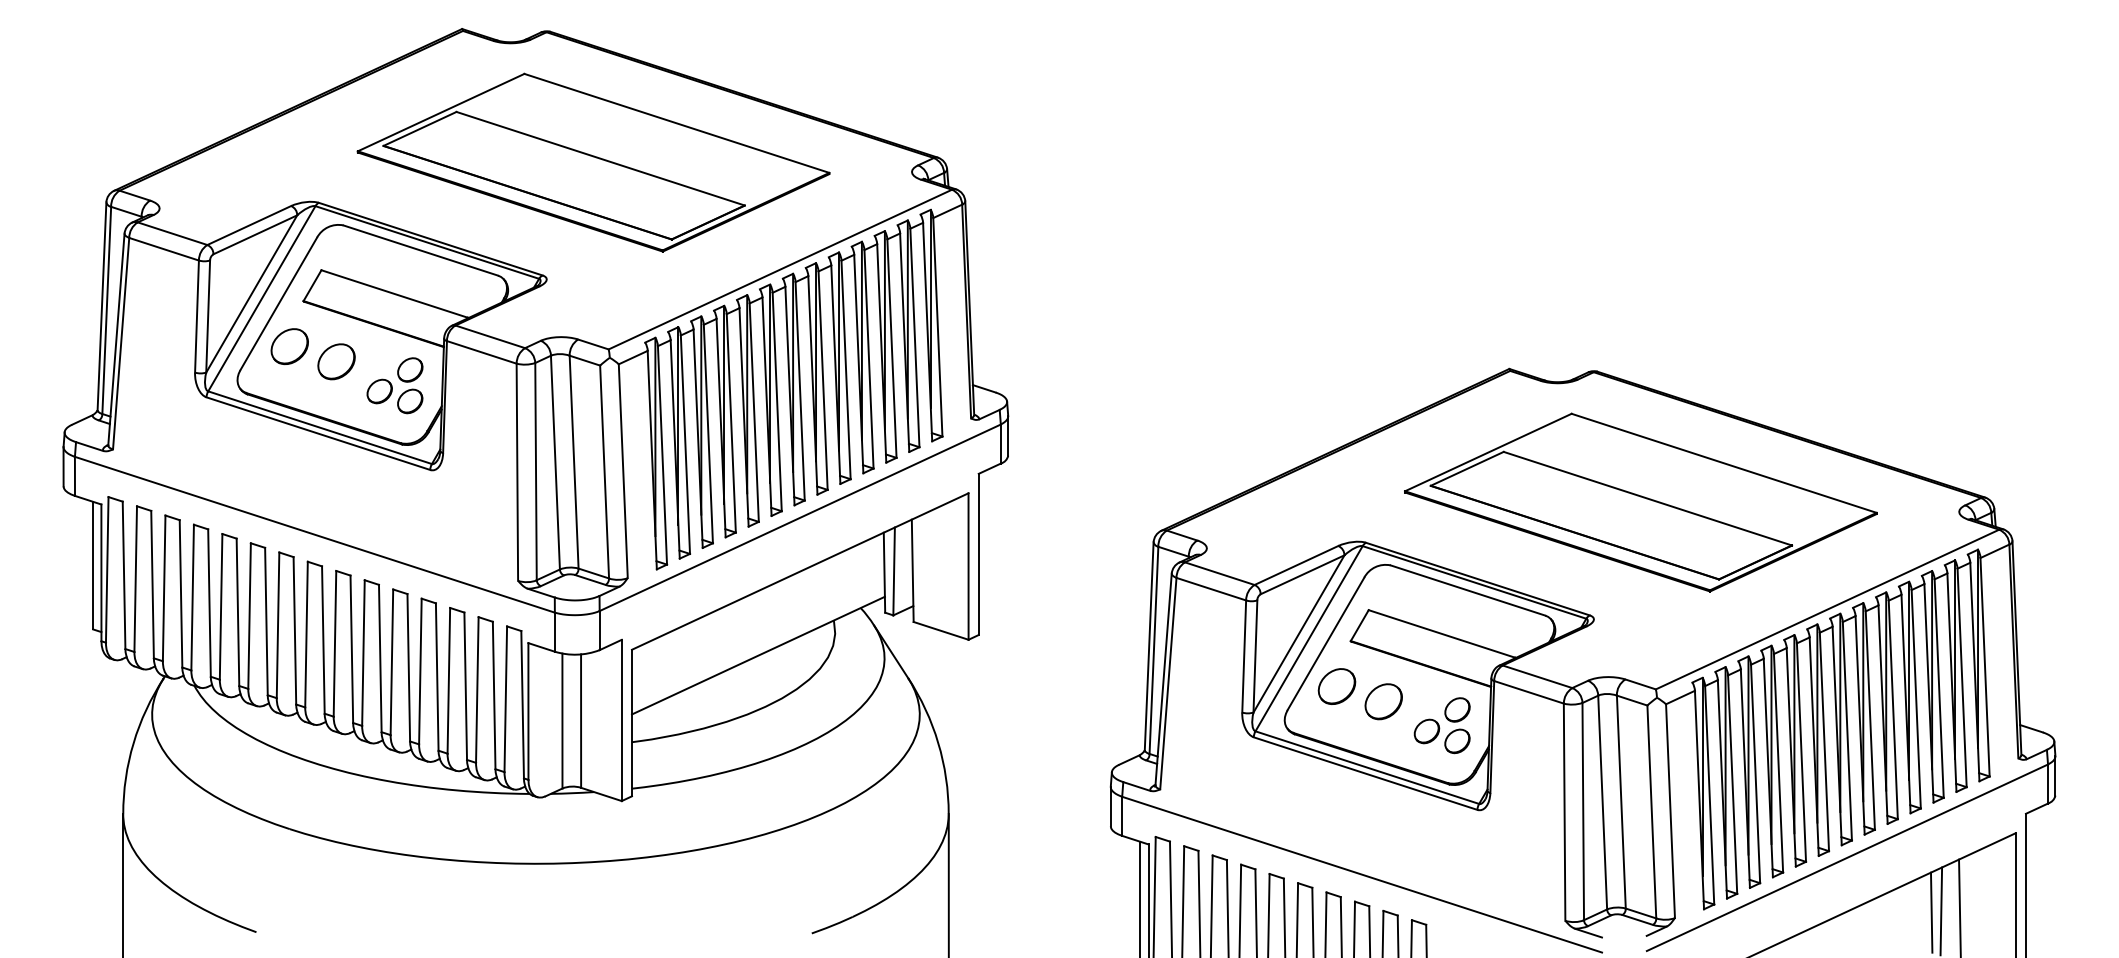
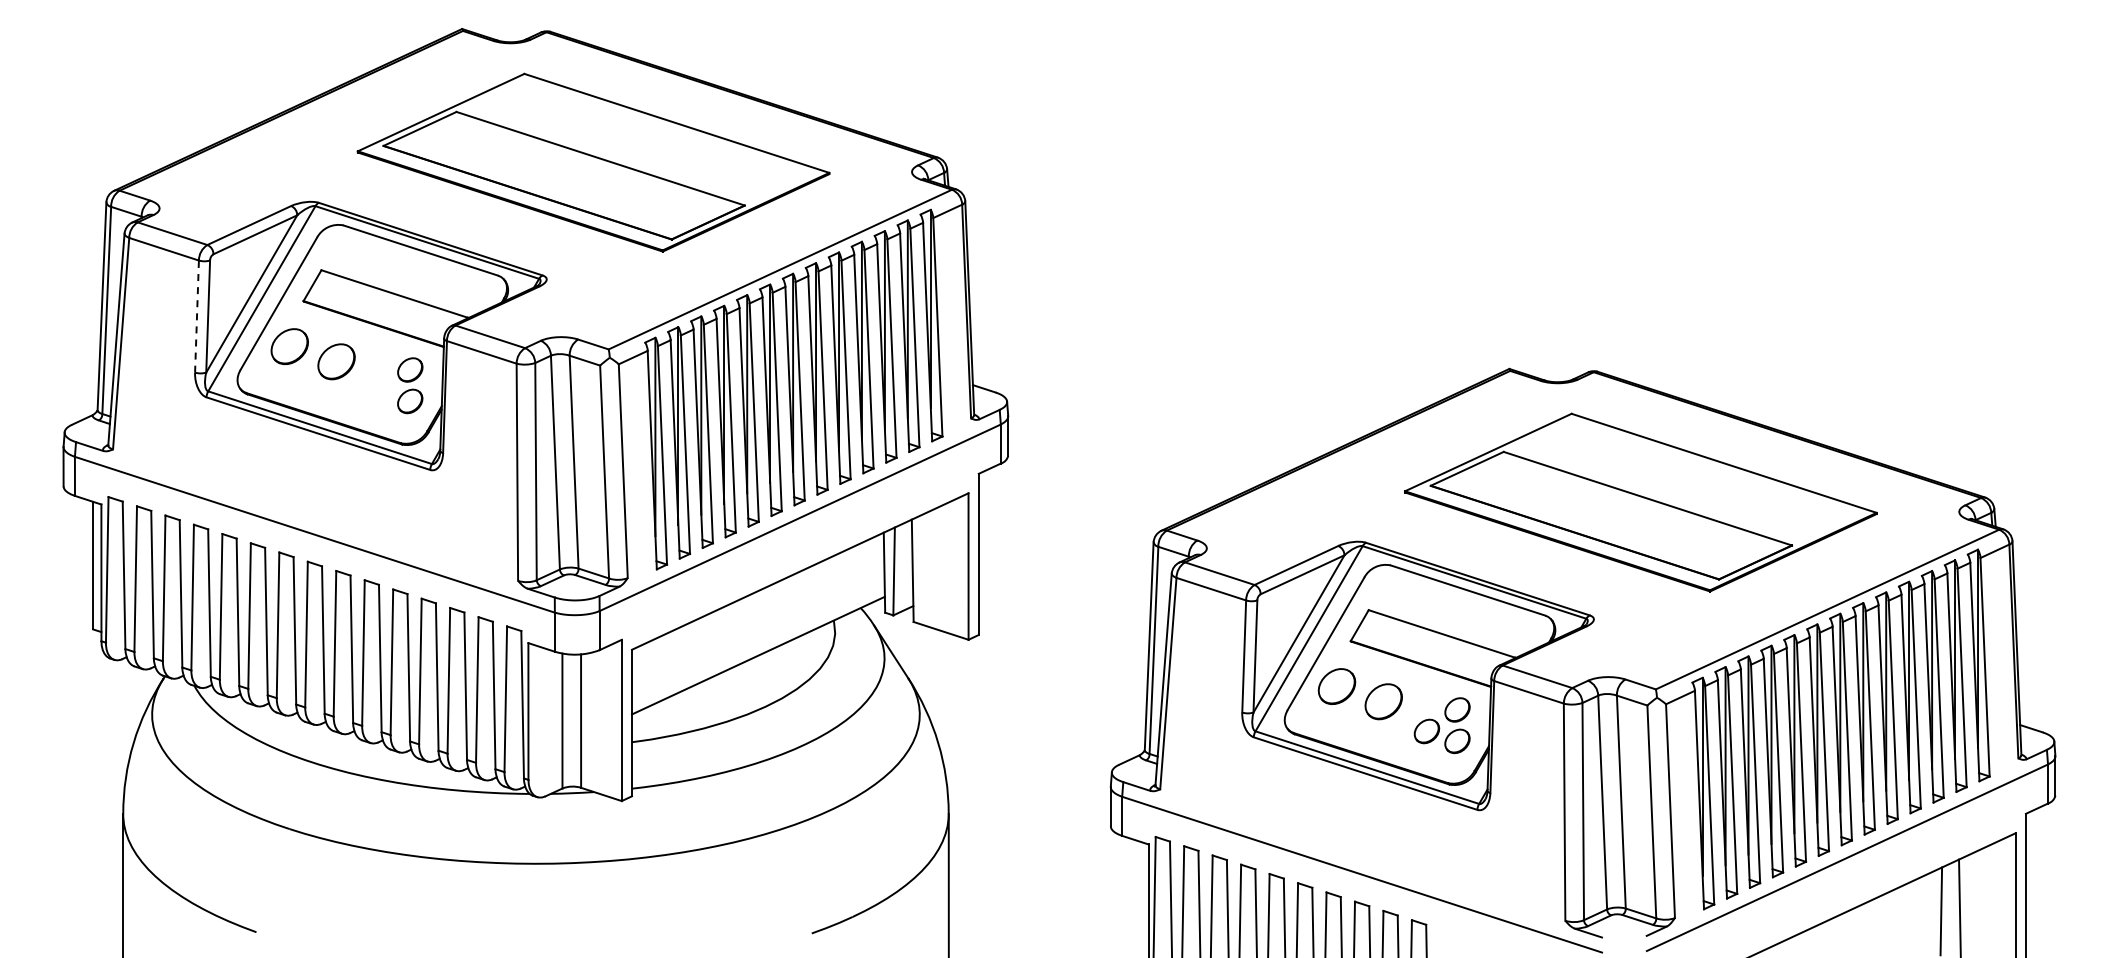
line at (197, 316): solid -> dashed
part at (379, 391): present -> none
line at (1140, 897): present -> none
line at (1931, 912): present -> none
